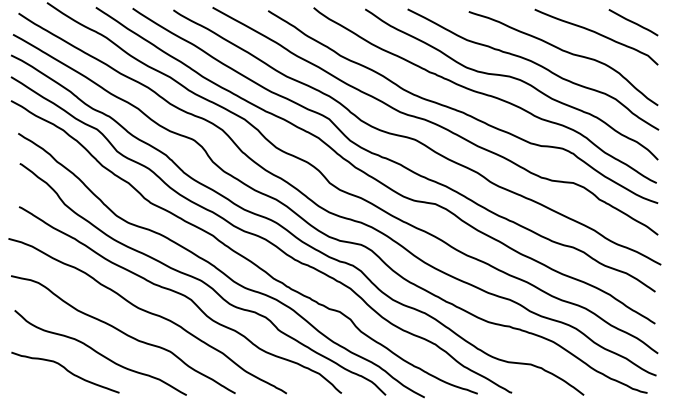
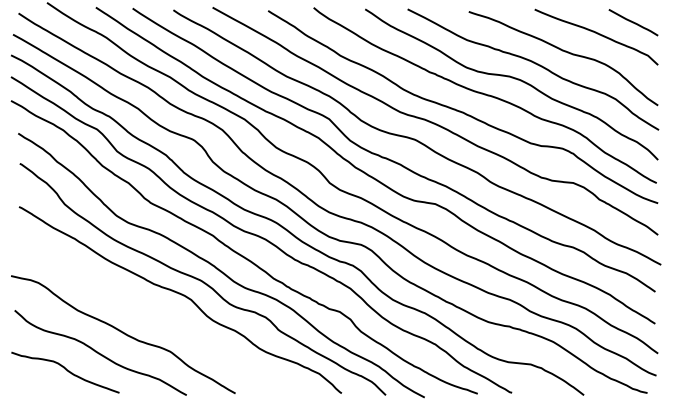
curve at (148, 313): present -> none
